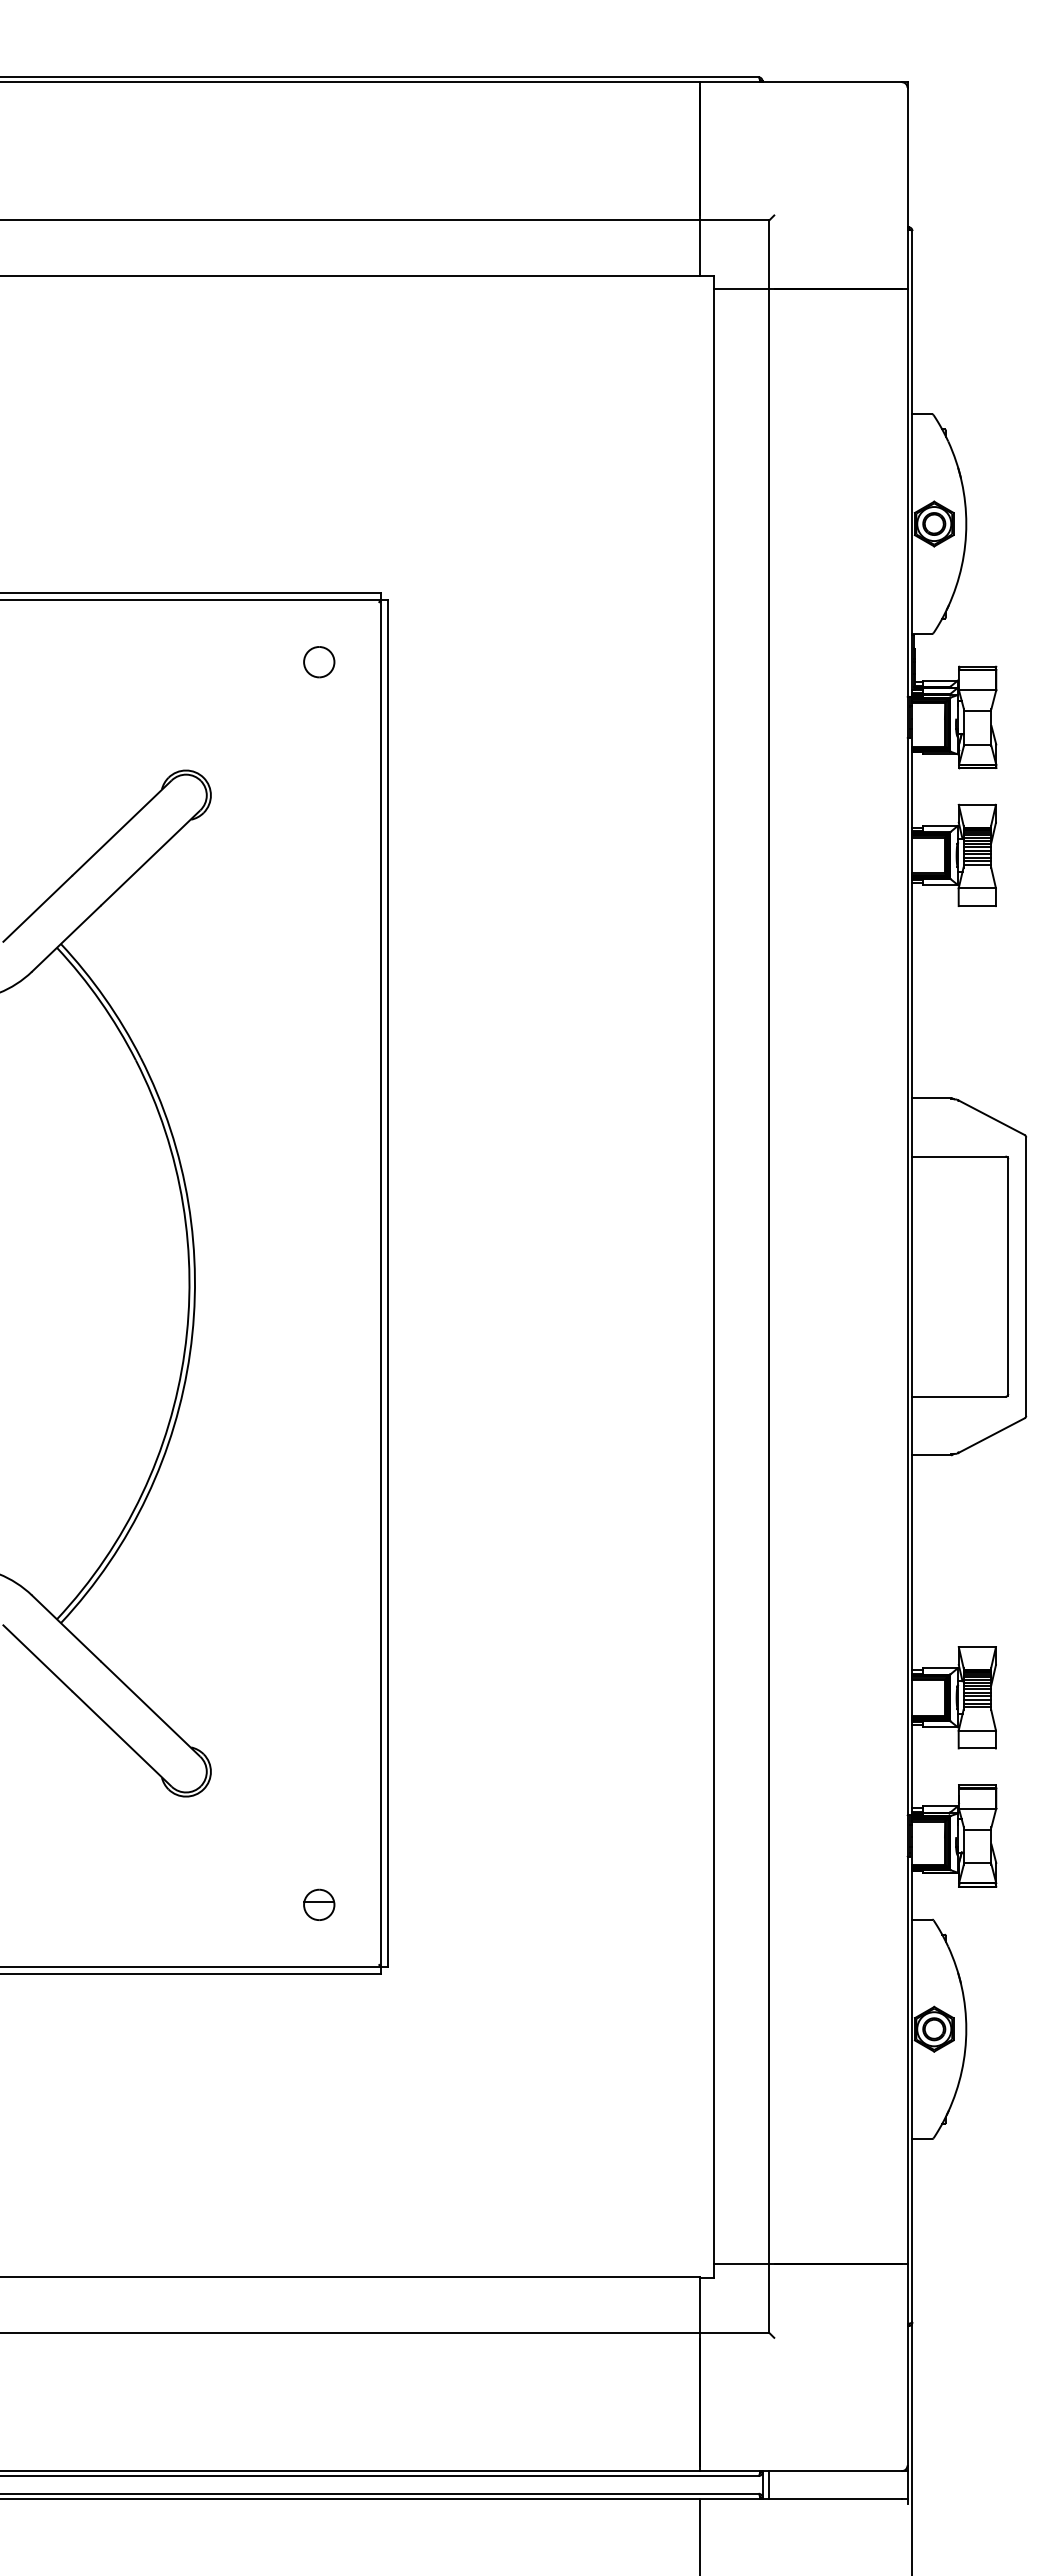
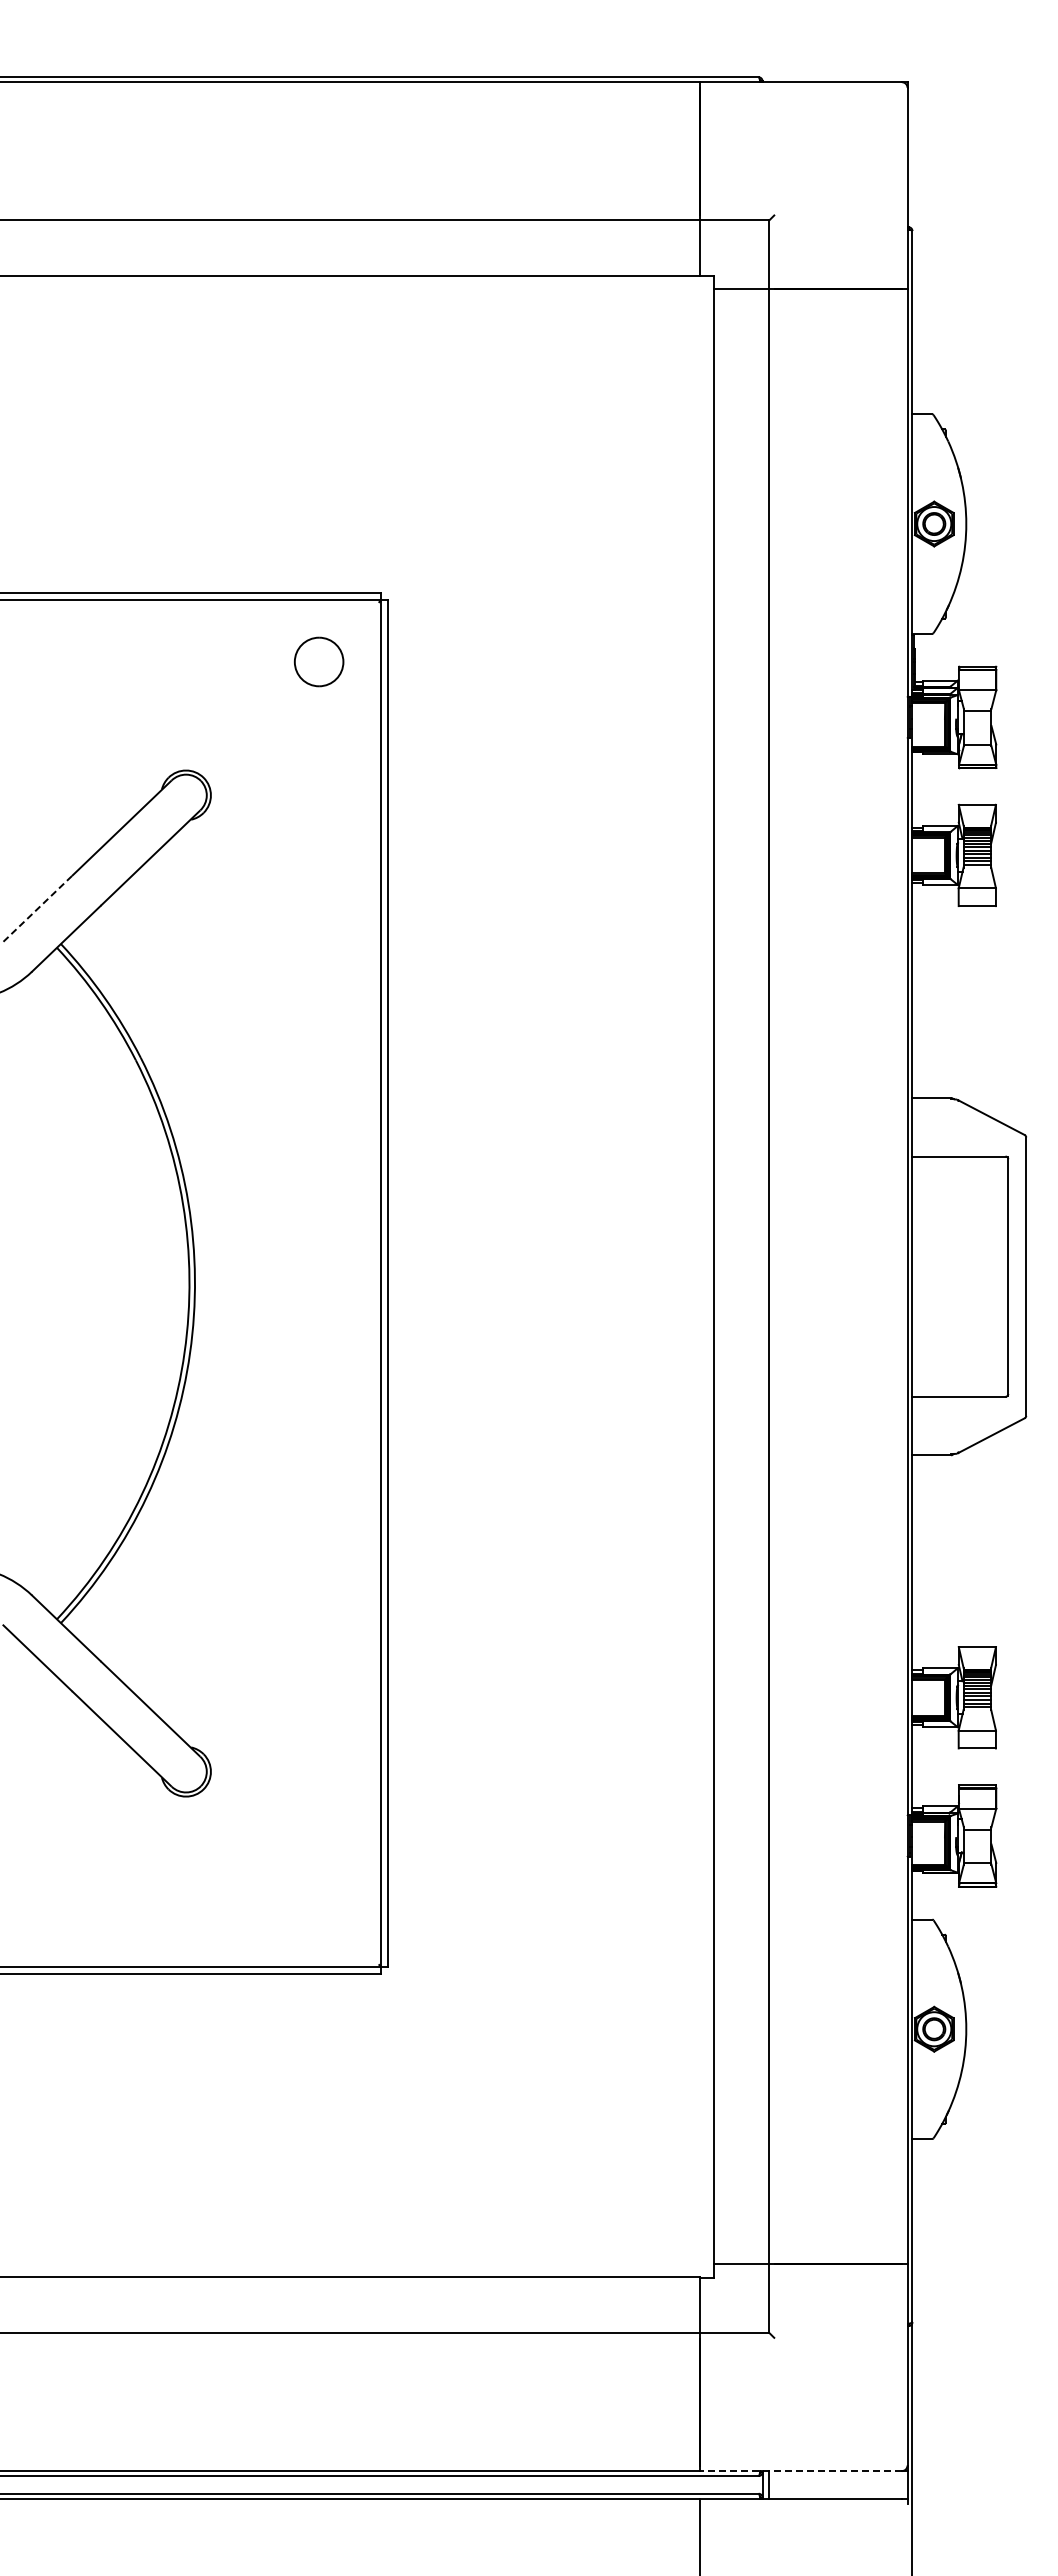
part at (319, 662) size: 33x33 px -> 51x52 px
line at (37, 908): solid -> dashed
part at (319, 1904): present -> none
line at (801, 2471): solid -> dashed
